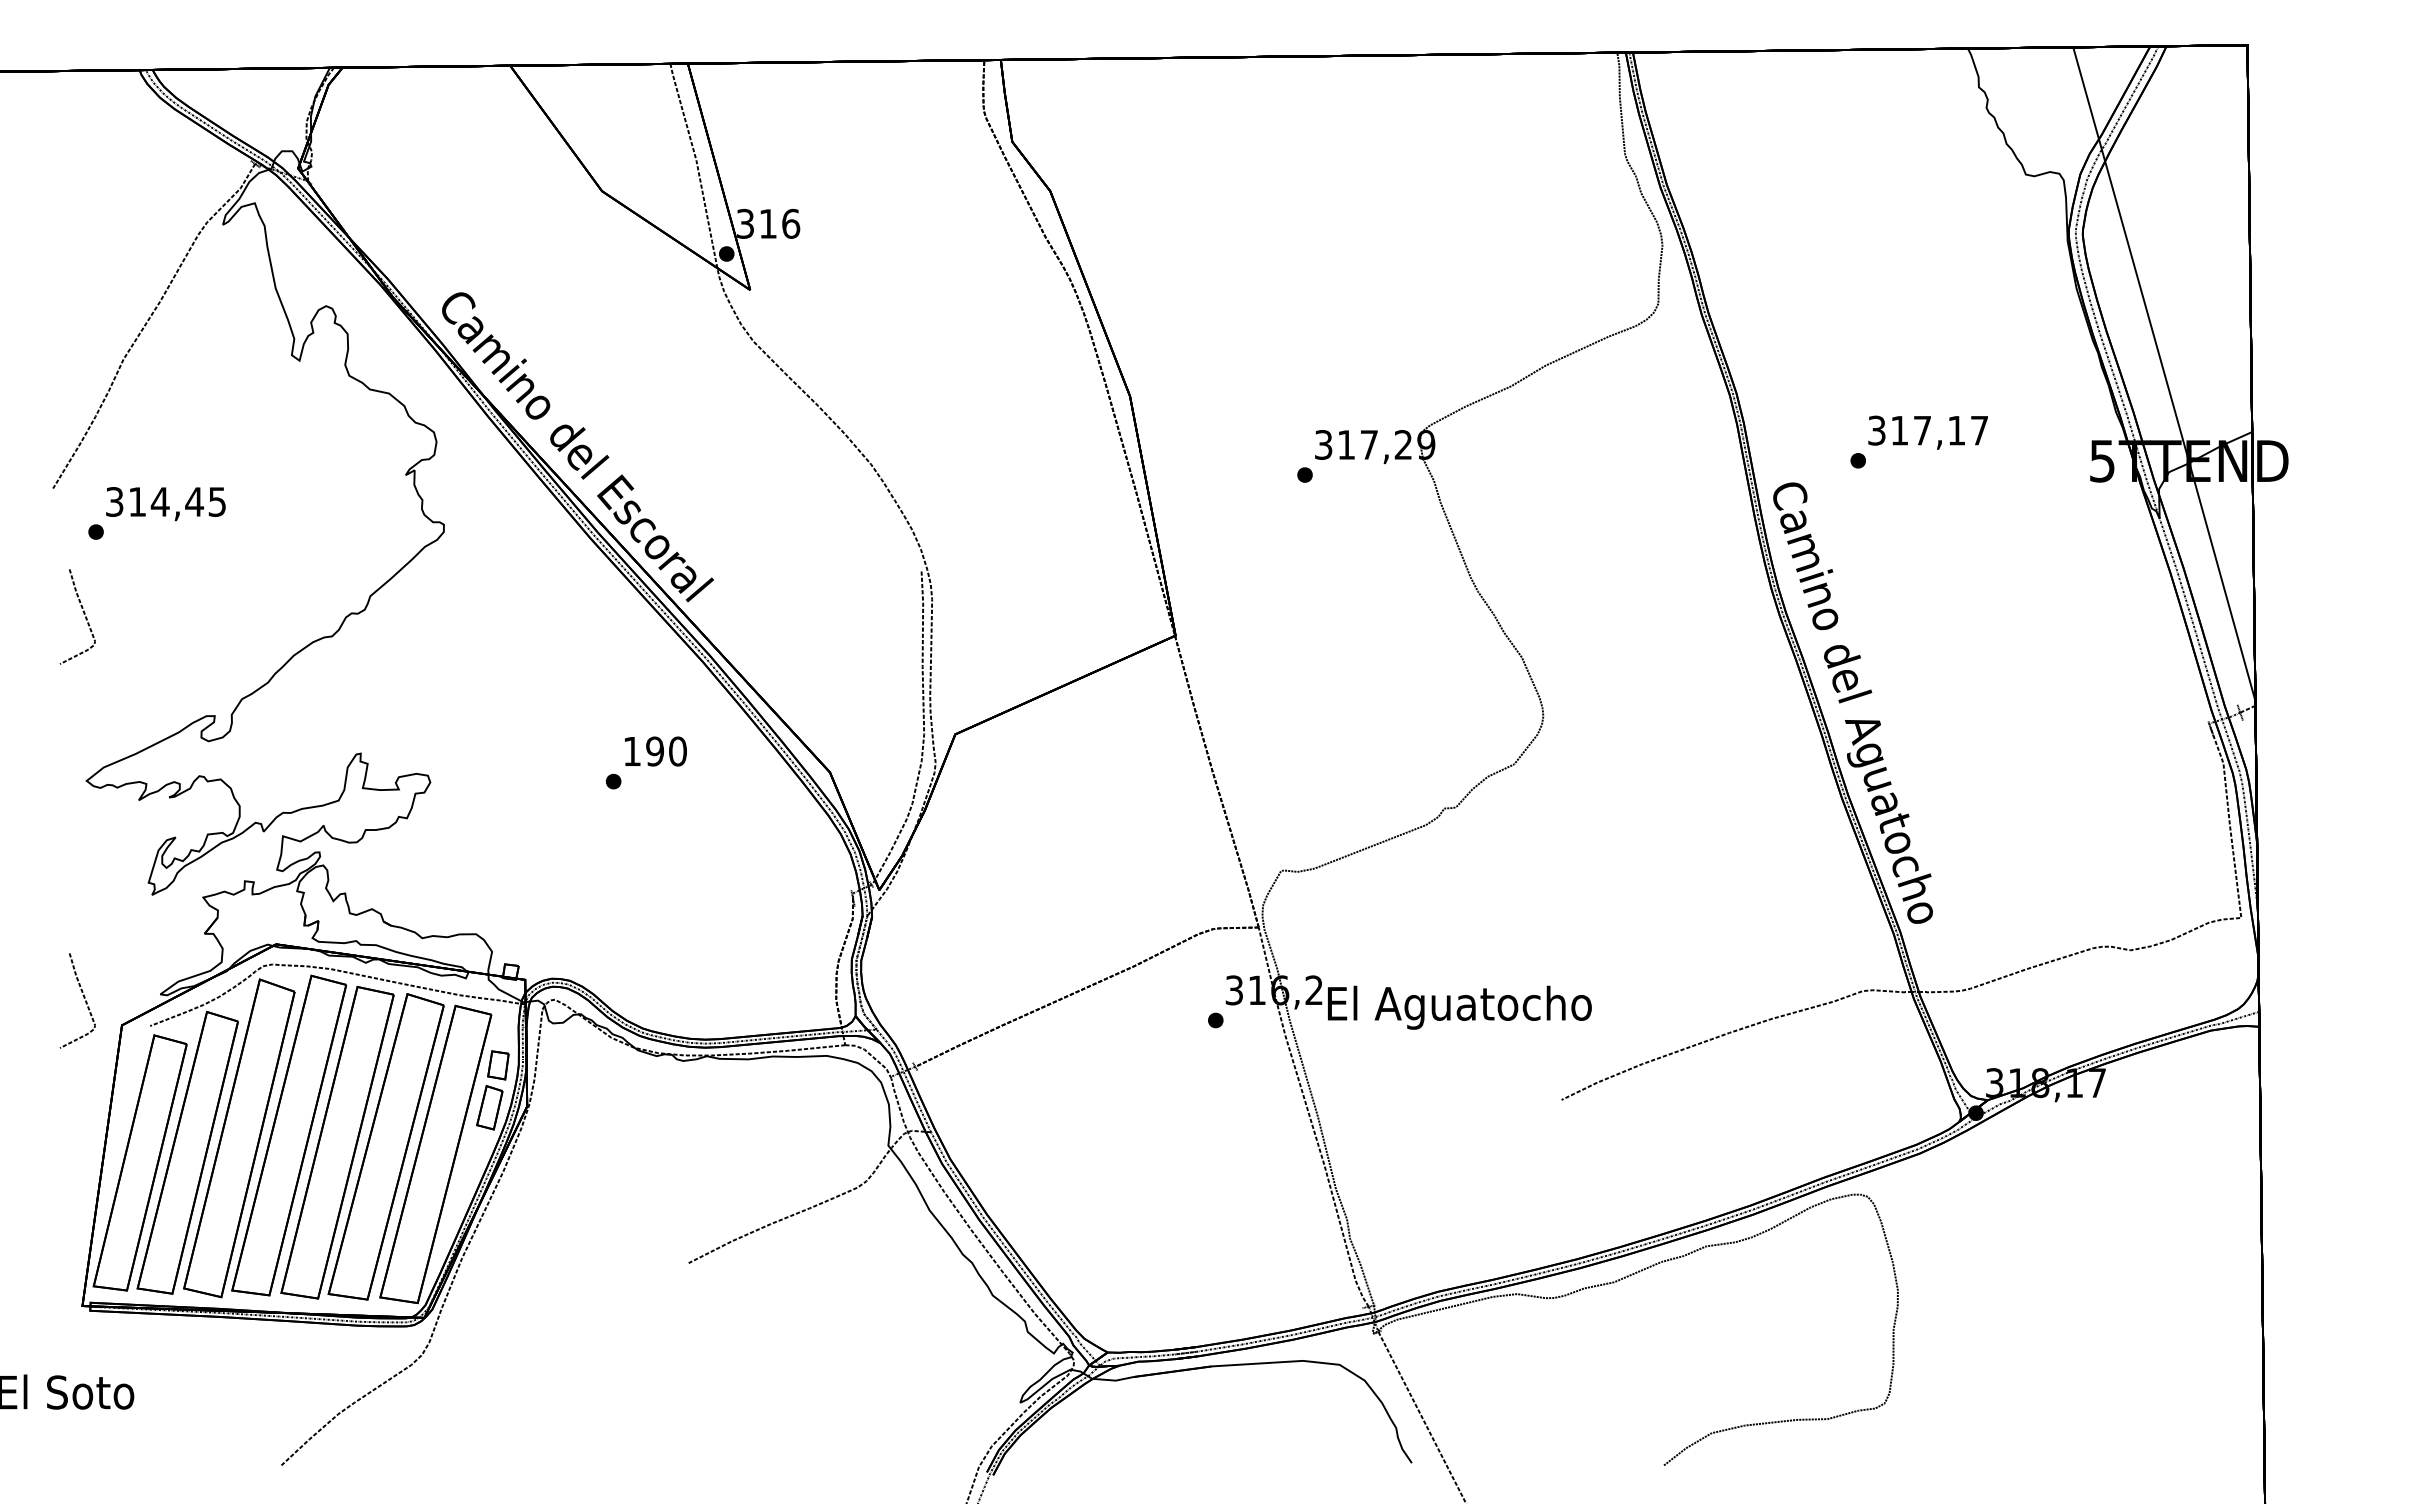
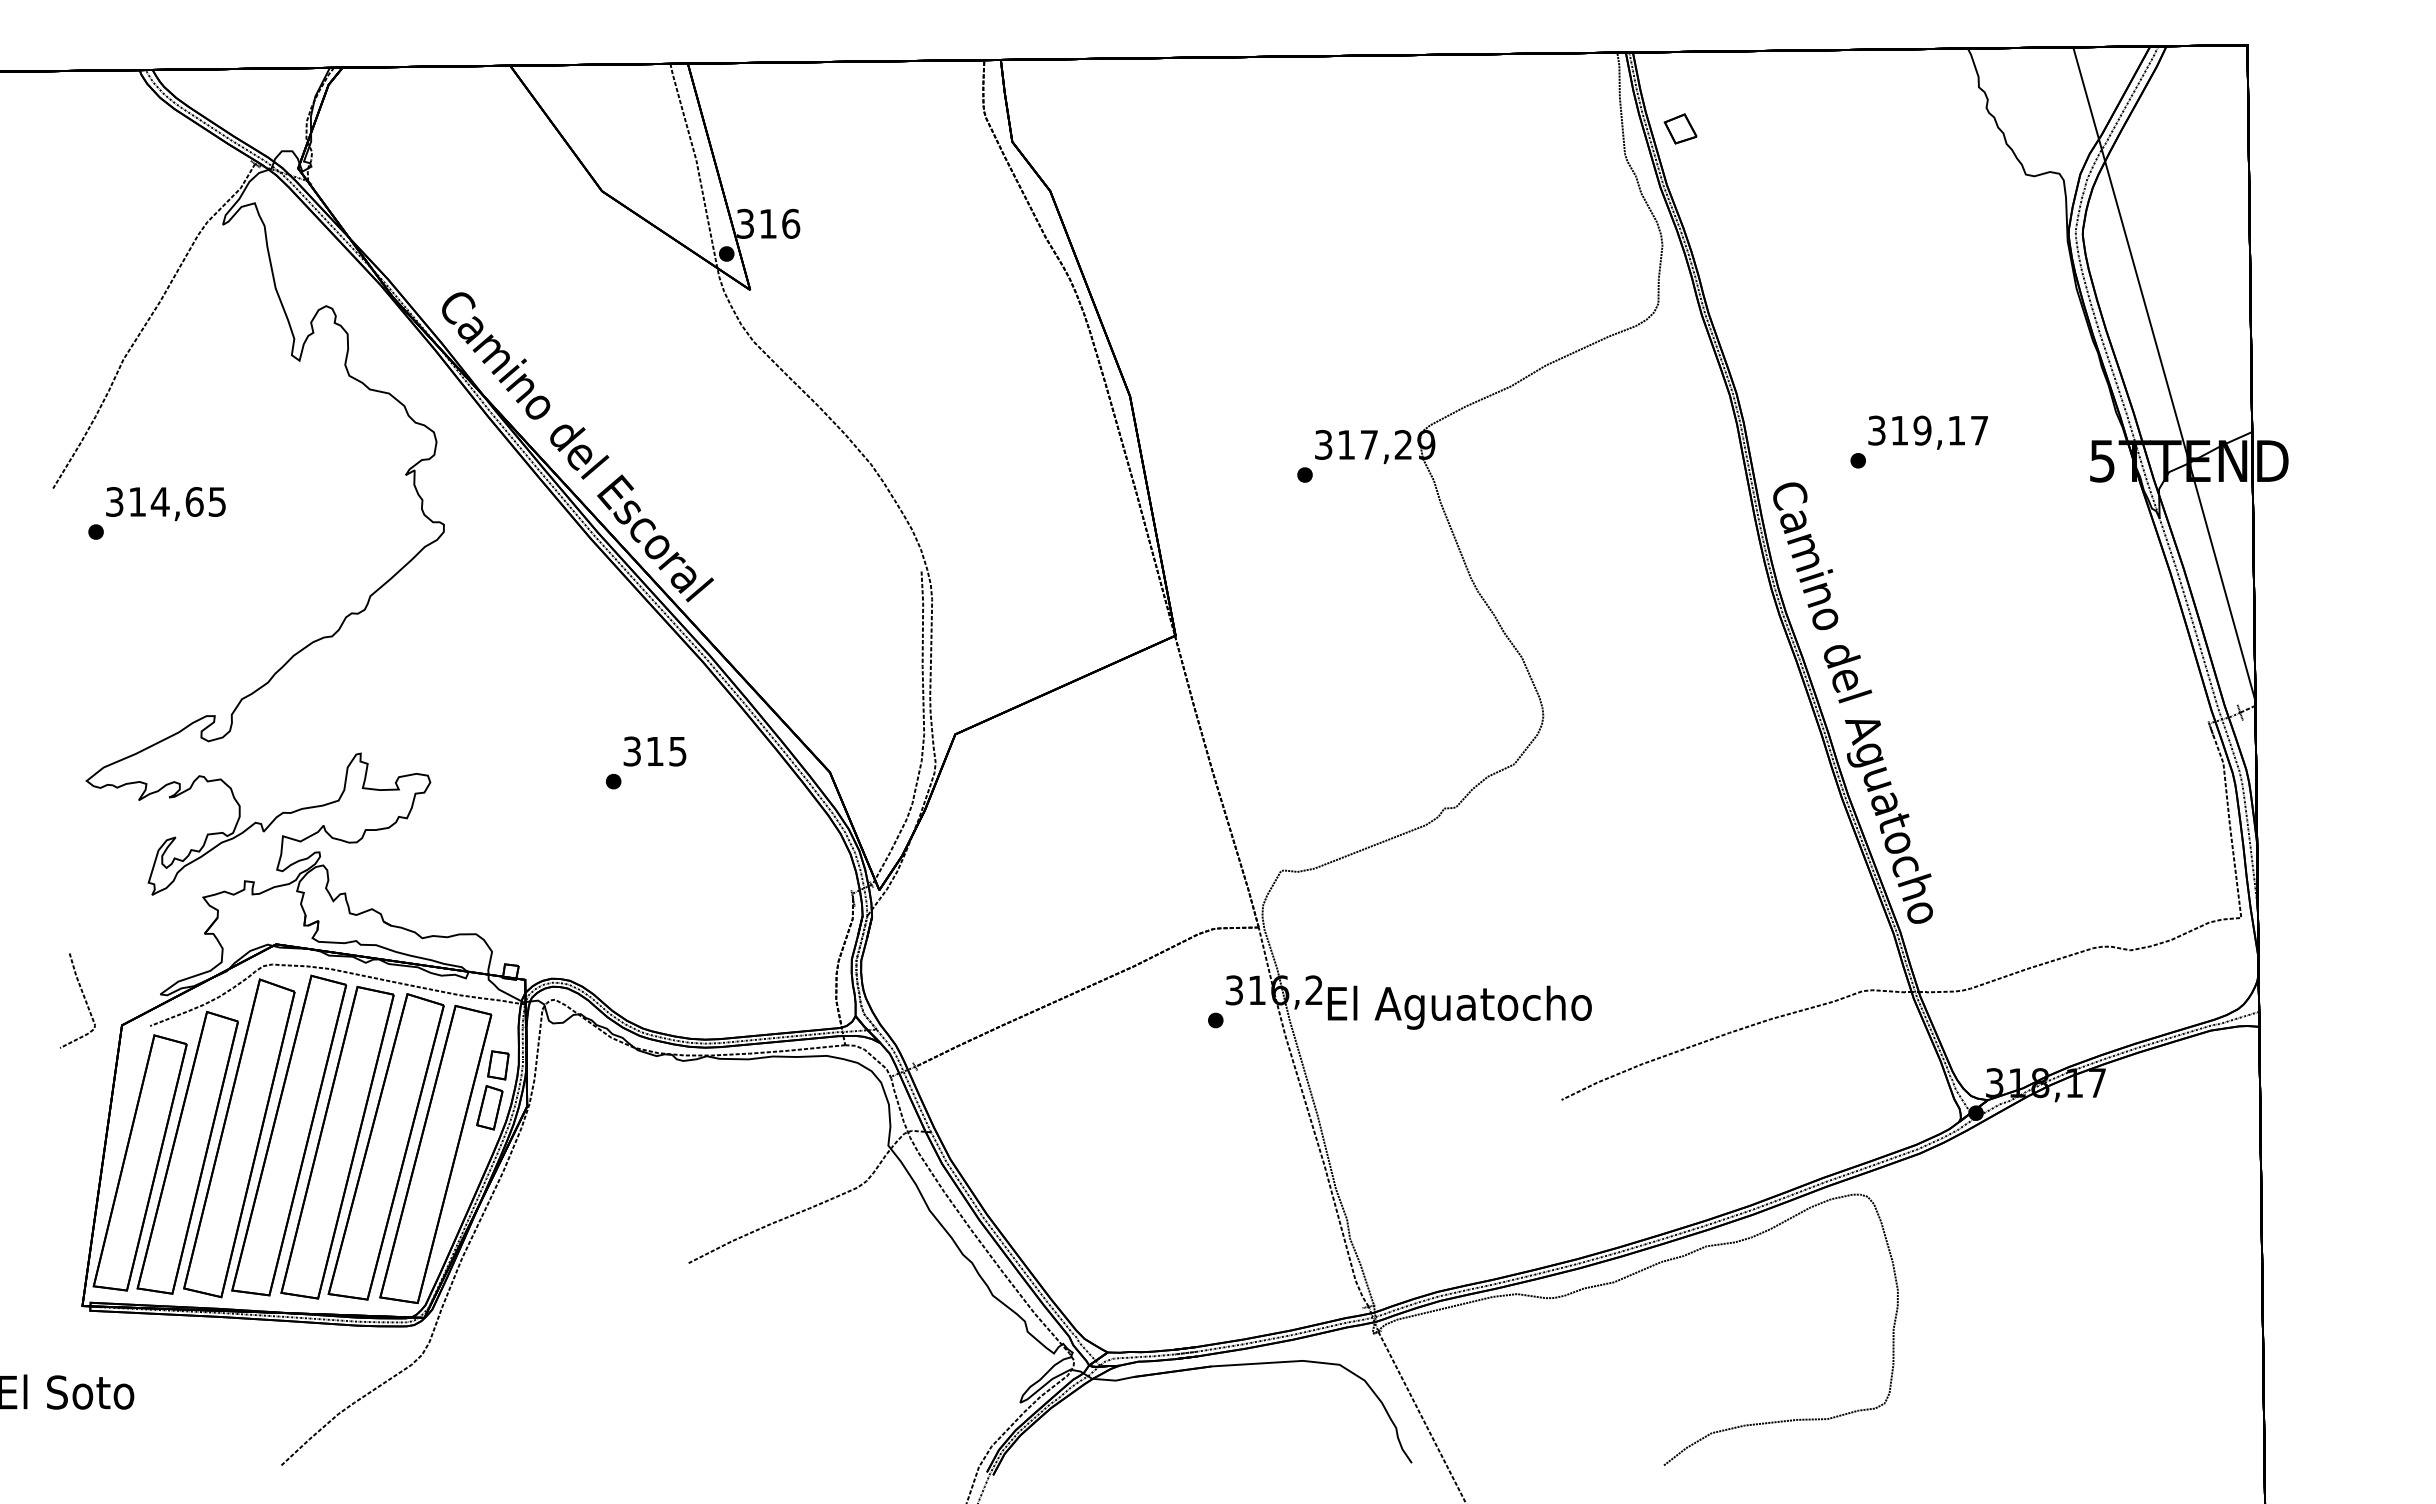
part at (1680, 128): none -> present
text at (1922, 430): 317,17 -> 319,17
text at (194, 501): 314,45 -> 314,65
curve at (83, 614): present -> none
text at (654, 751): 190 -> 315
